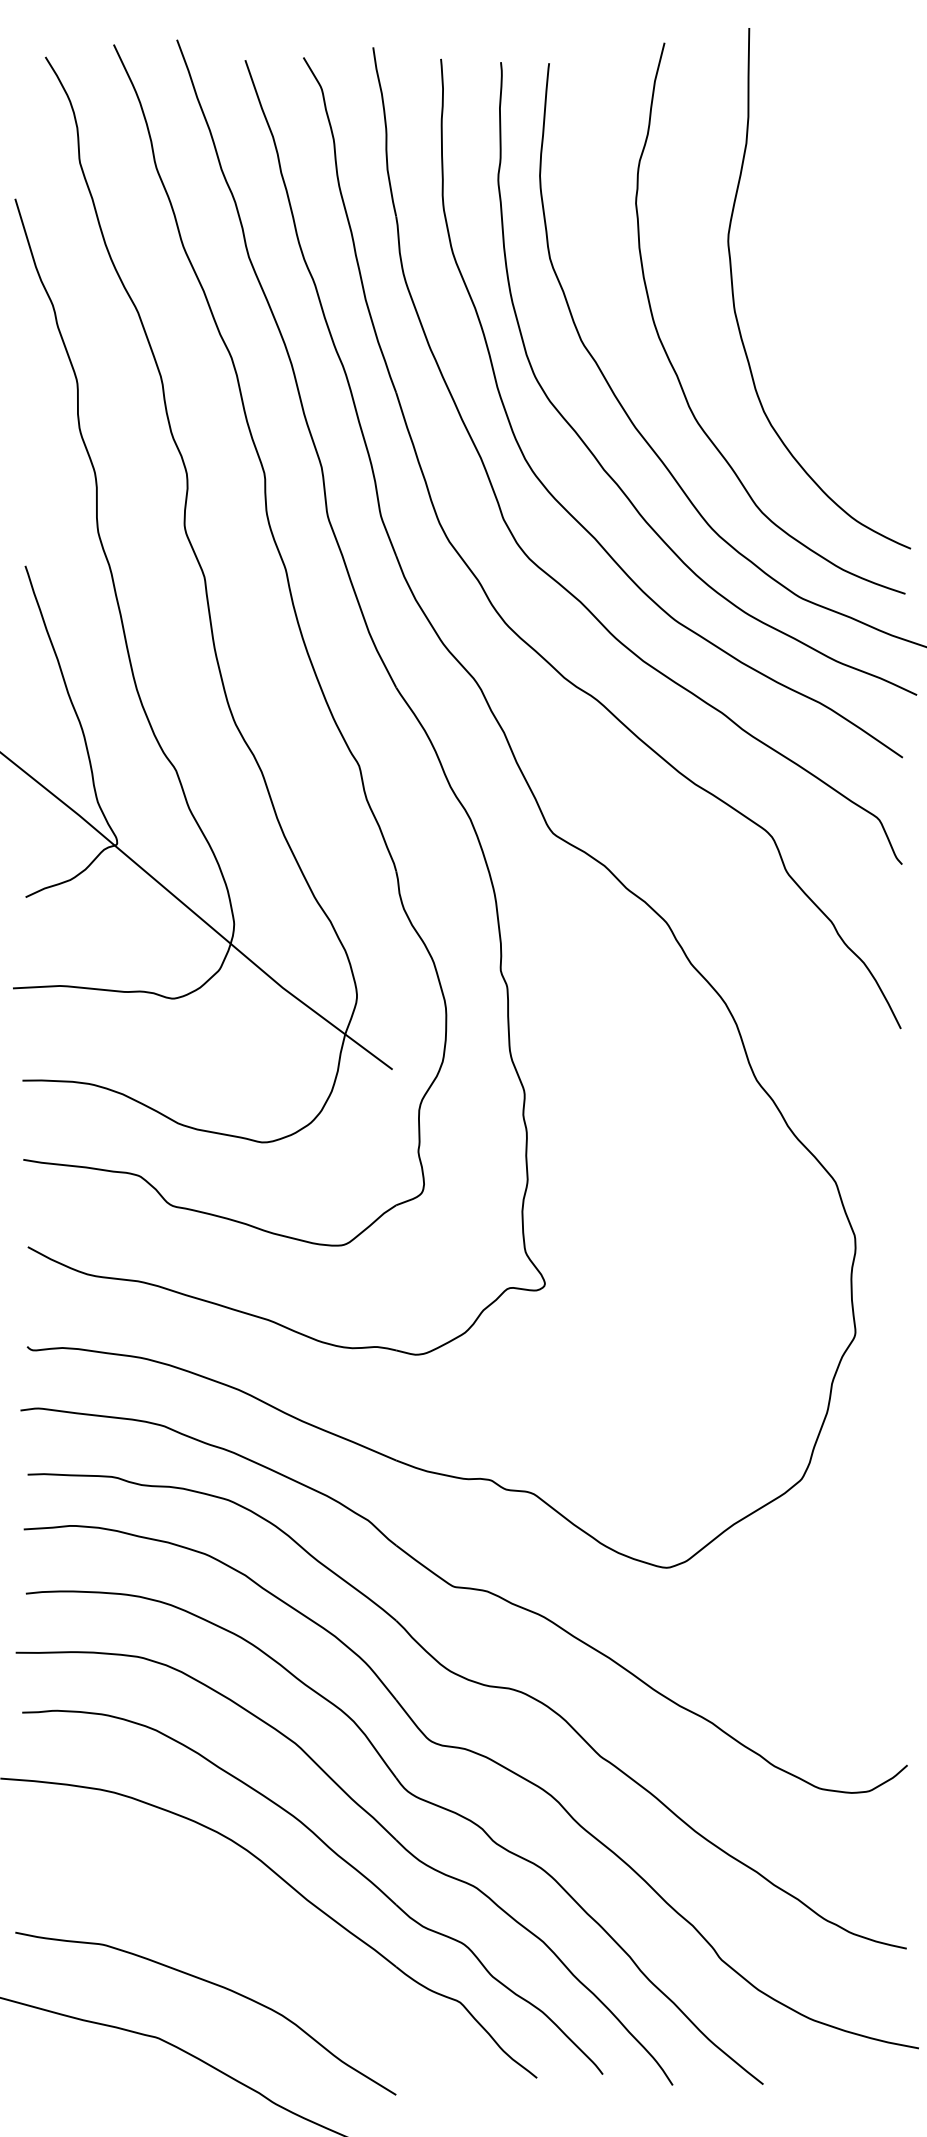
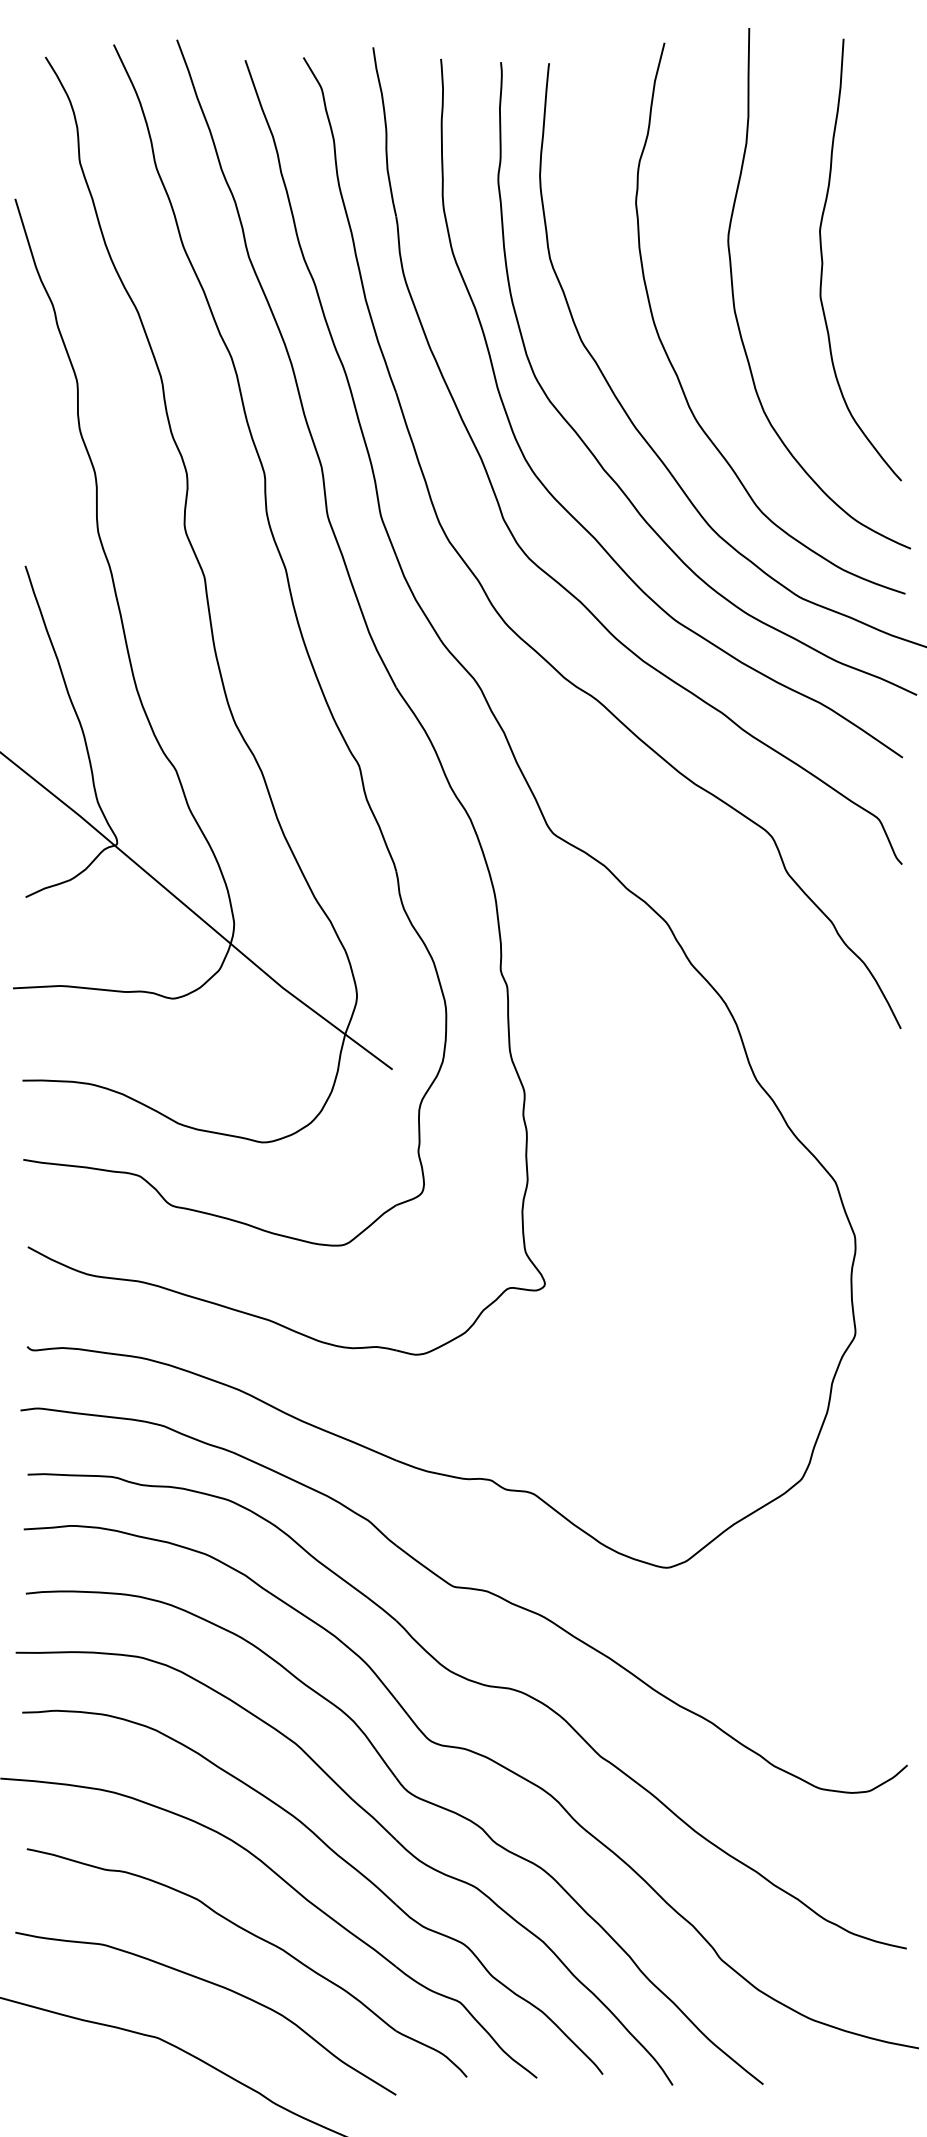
curve at (823, 261): none -> present
part at (258, 1938): none -> present
